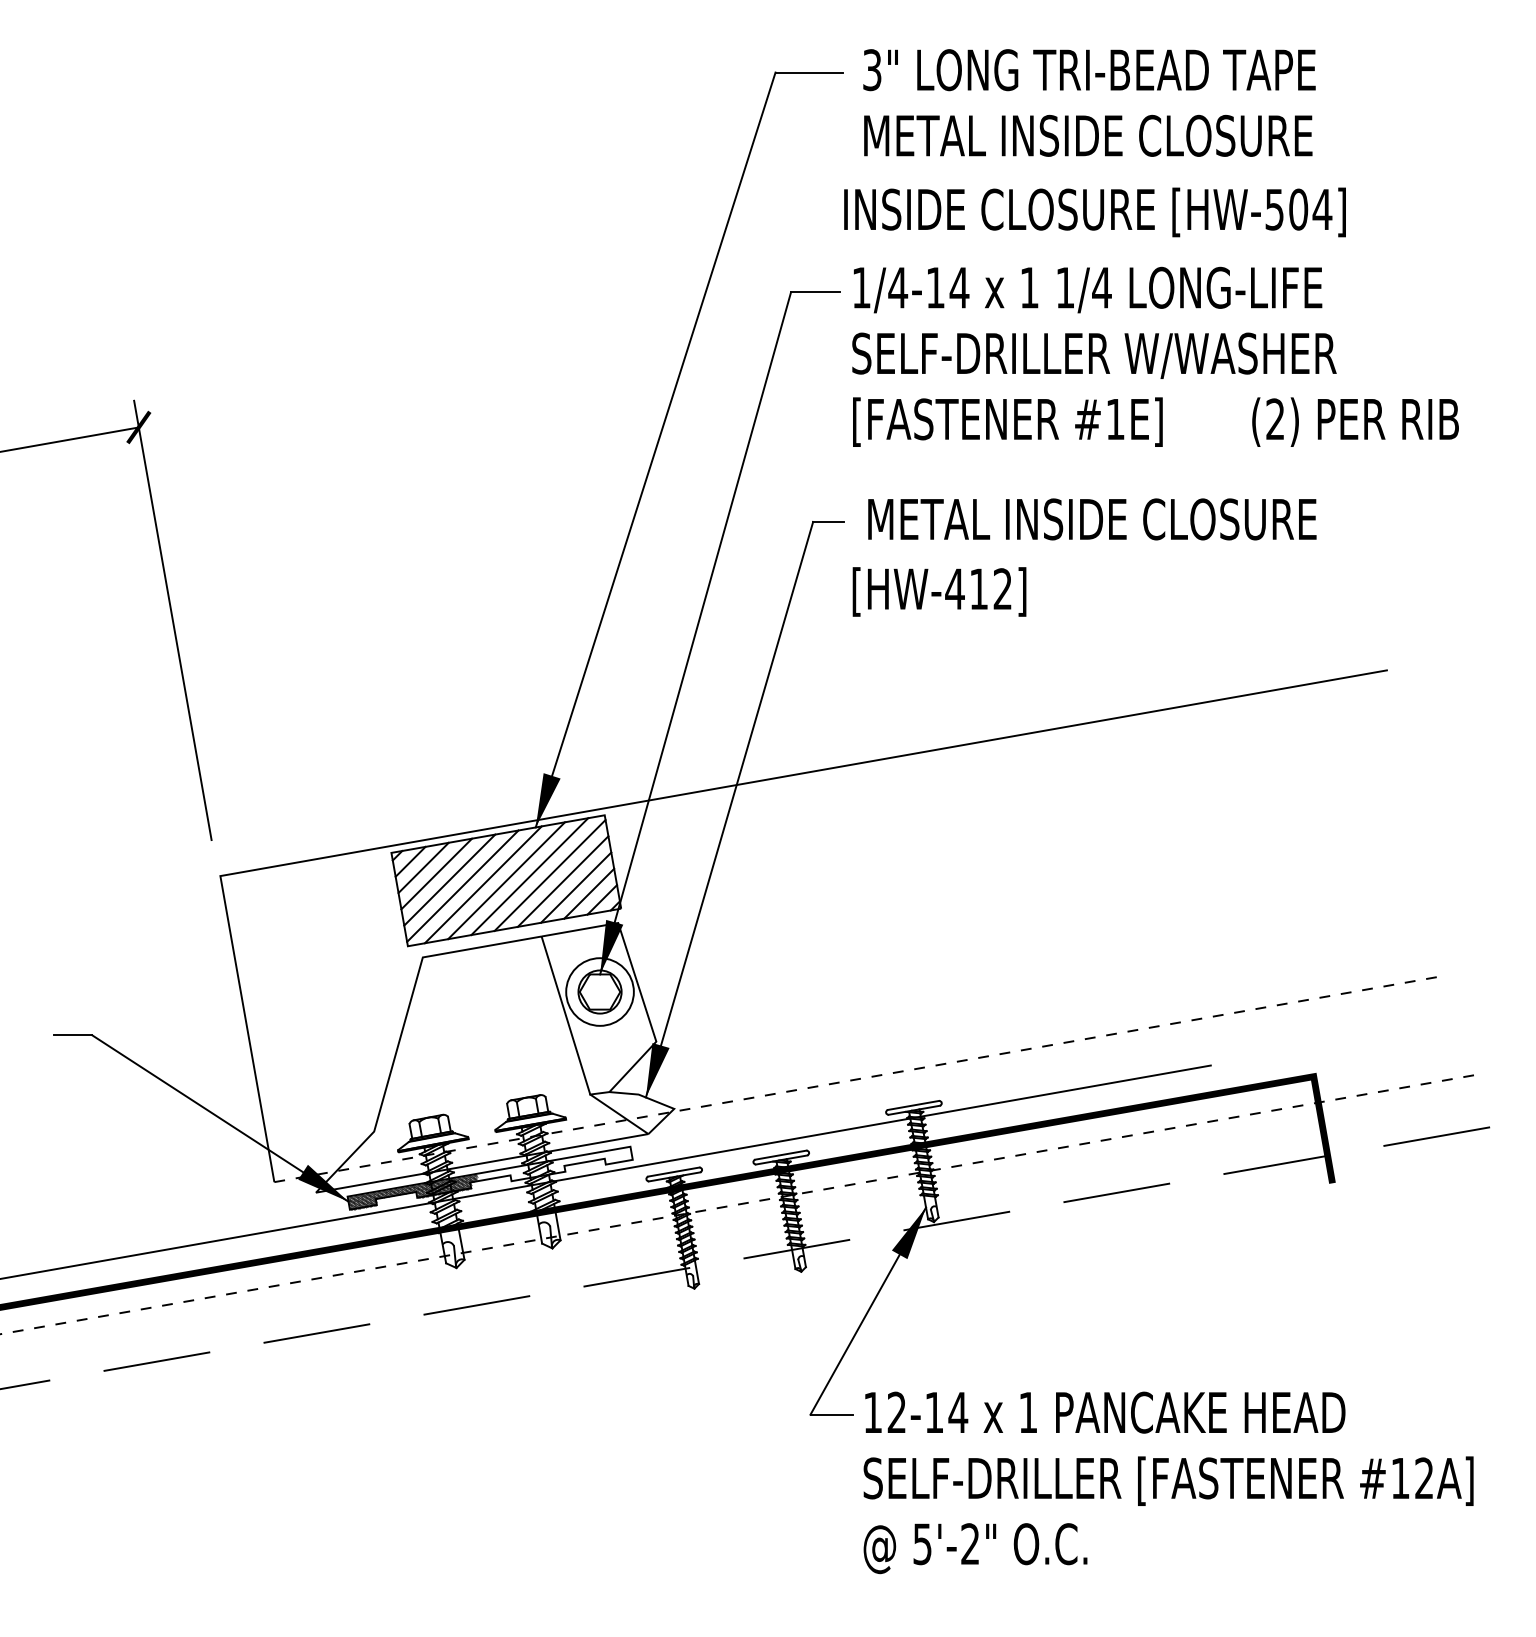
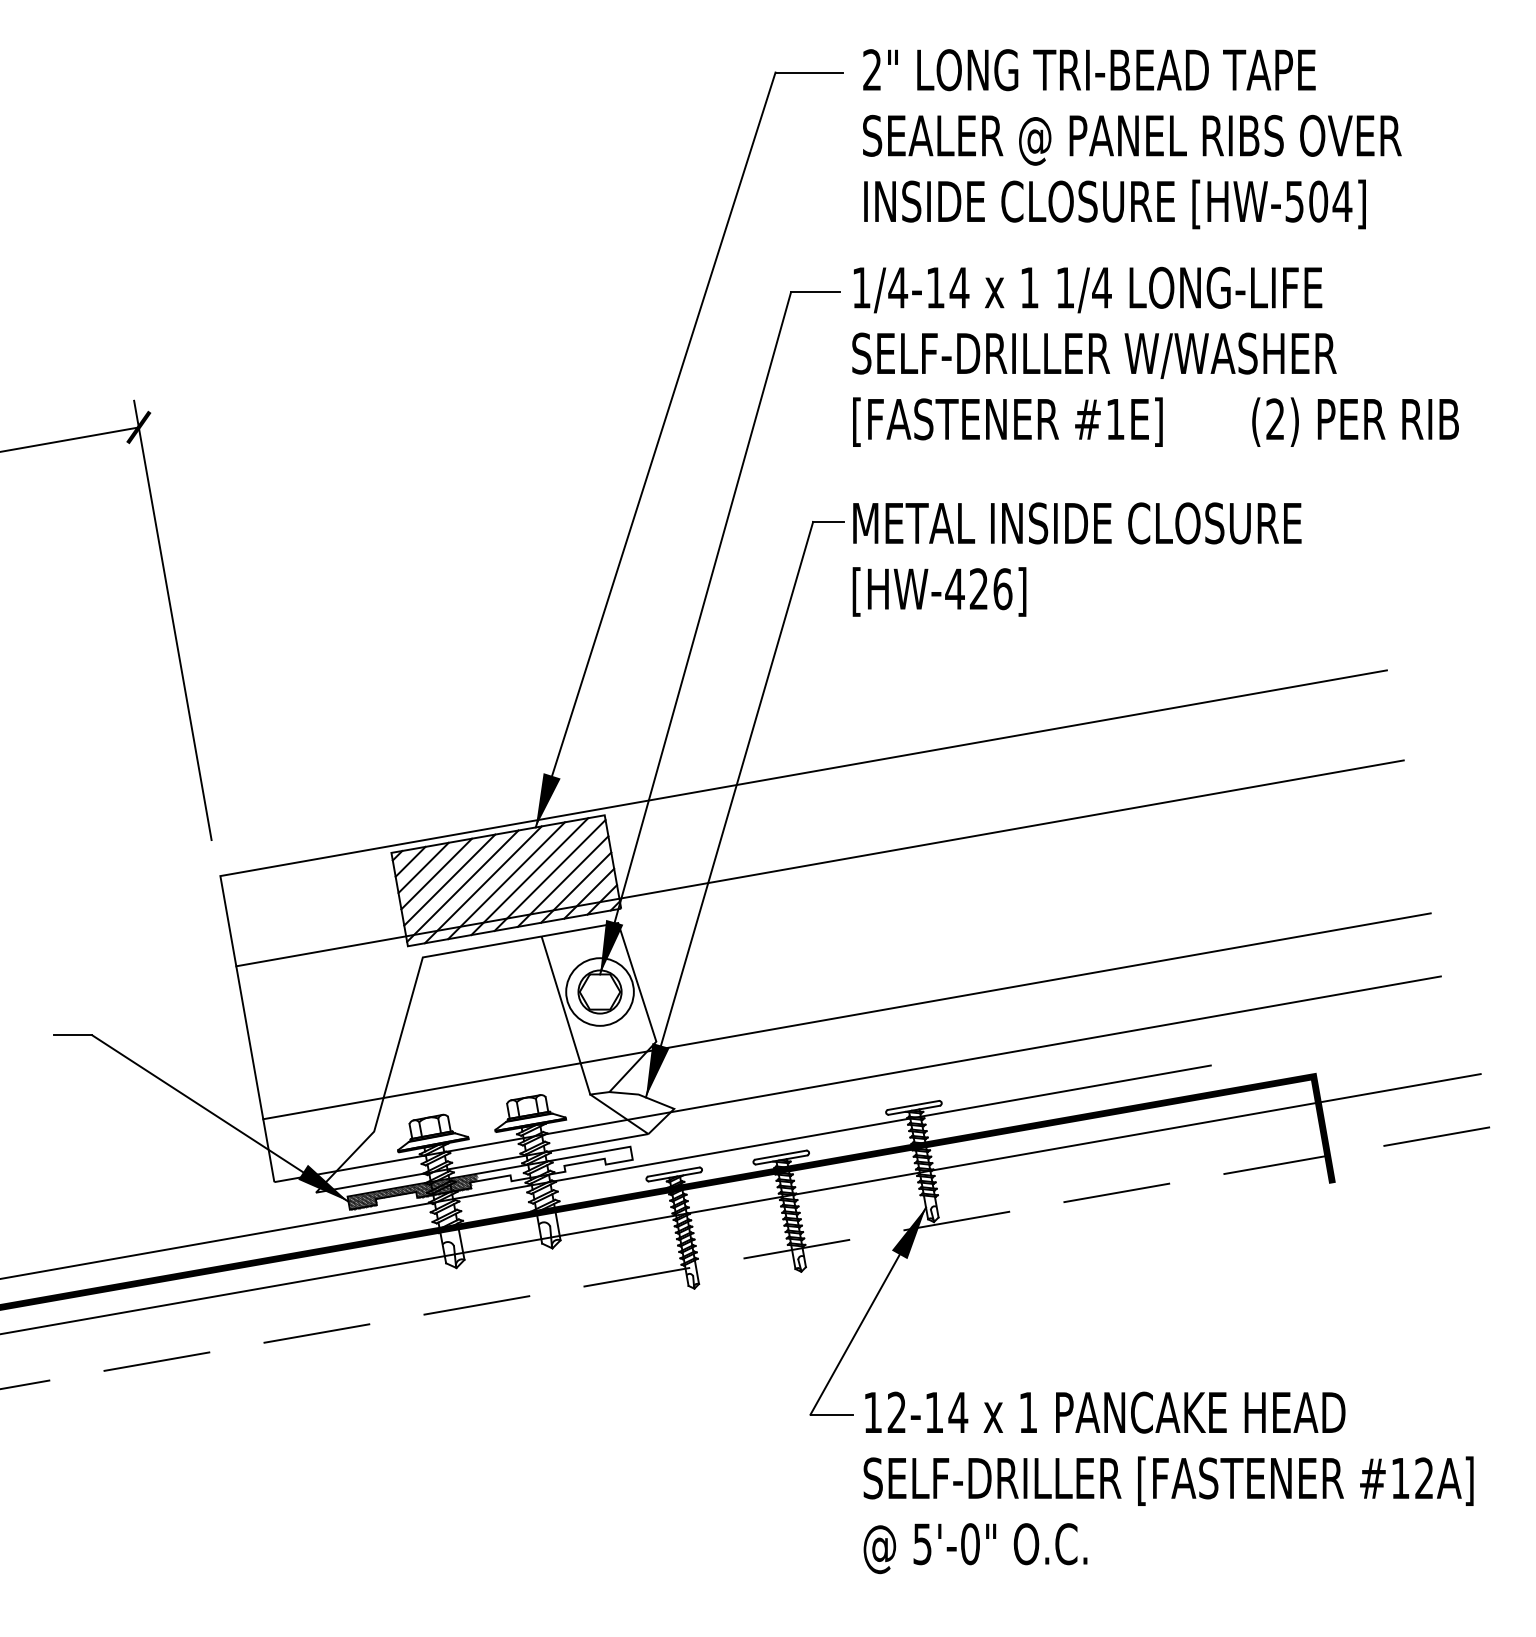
text at (872, 70): 3" -> 2"
text at (1132, 139): METAL INSIDE CLOSURE -> SEALER @ PANEL RIBS OVER
text at (1094, 212) position: (1094, 212) -> (1114, 204)
text at (1092, 519) position: (1092, 519) -> (1077, 523)
text at (990, 589): [HW-412] -> [HW-426]
line at (819, 863): none -> present
line at (846, 1016): none -> present
line at (858, 1079): dashed -> solid
line at (741, 1204): dashed -> solid
text at (970, 1544): 5'-2" -> 5'-0"
